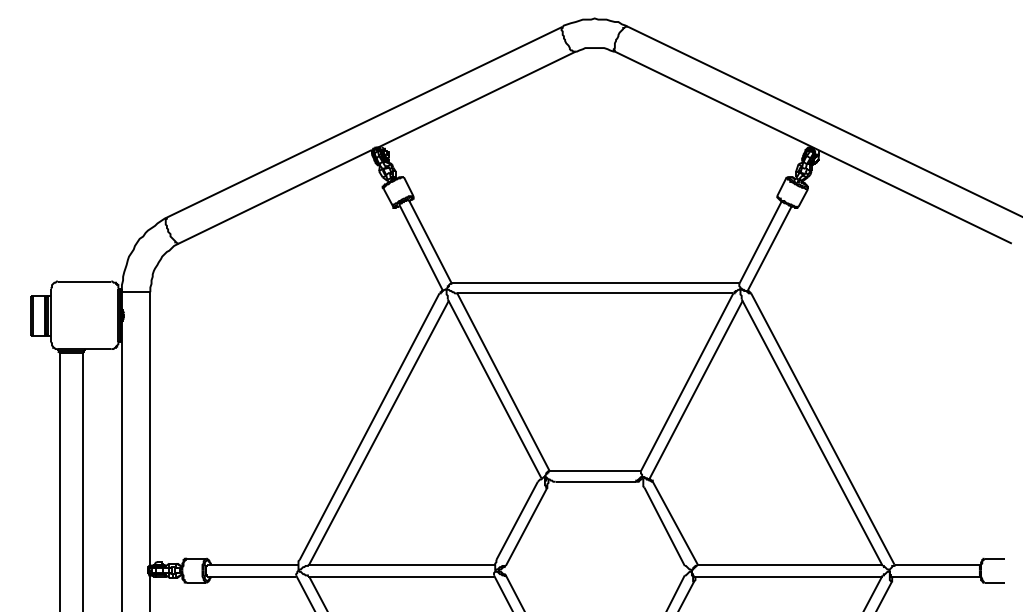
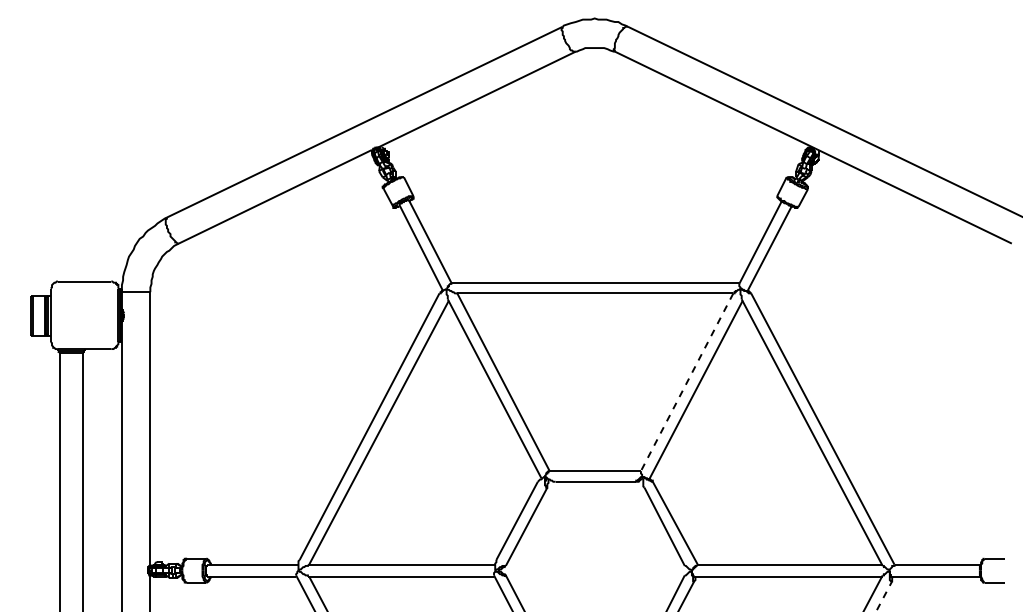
line at (686, 382): solid -> dashed
line at (884, 596): solid -> dashed
